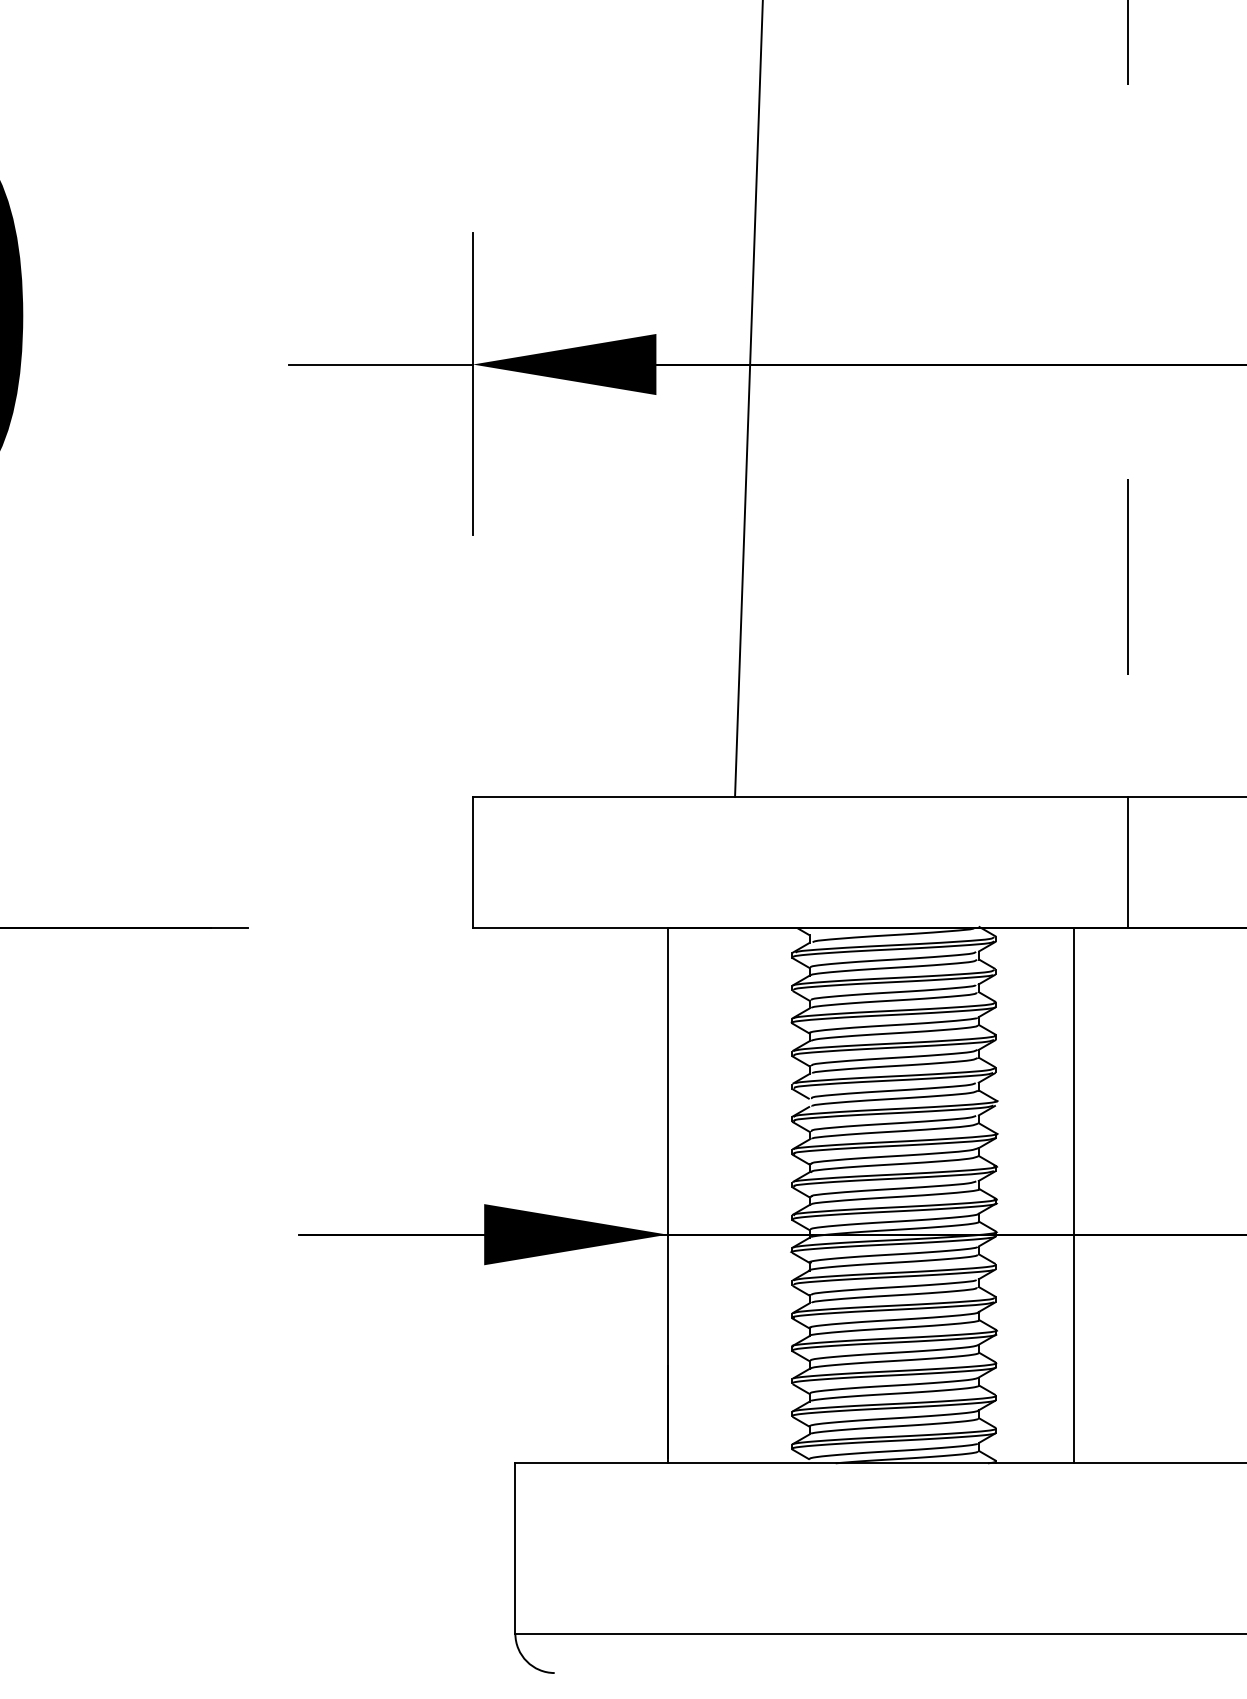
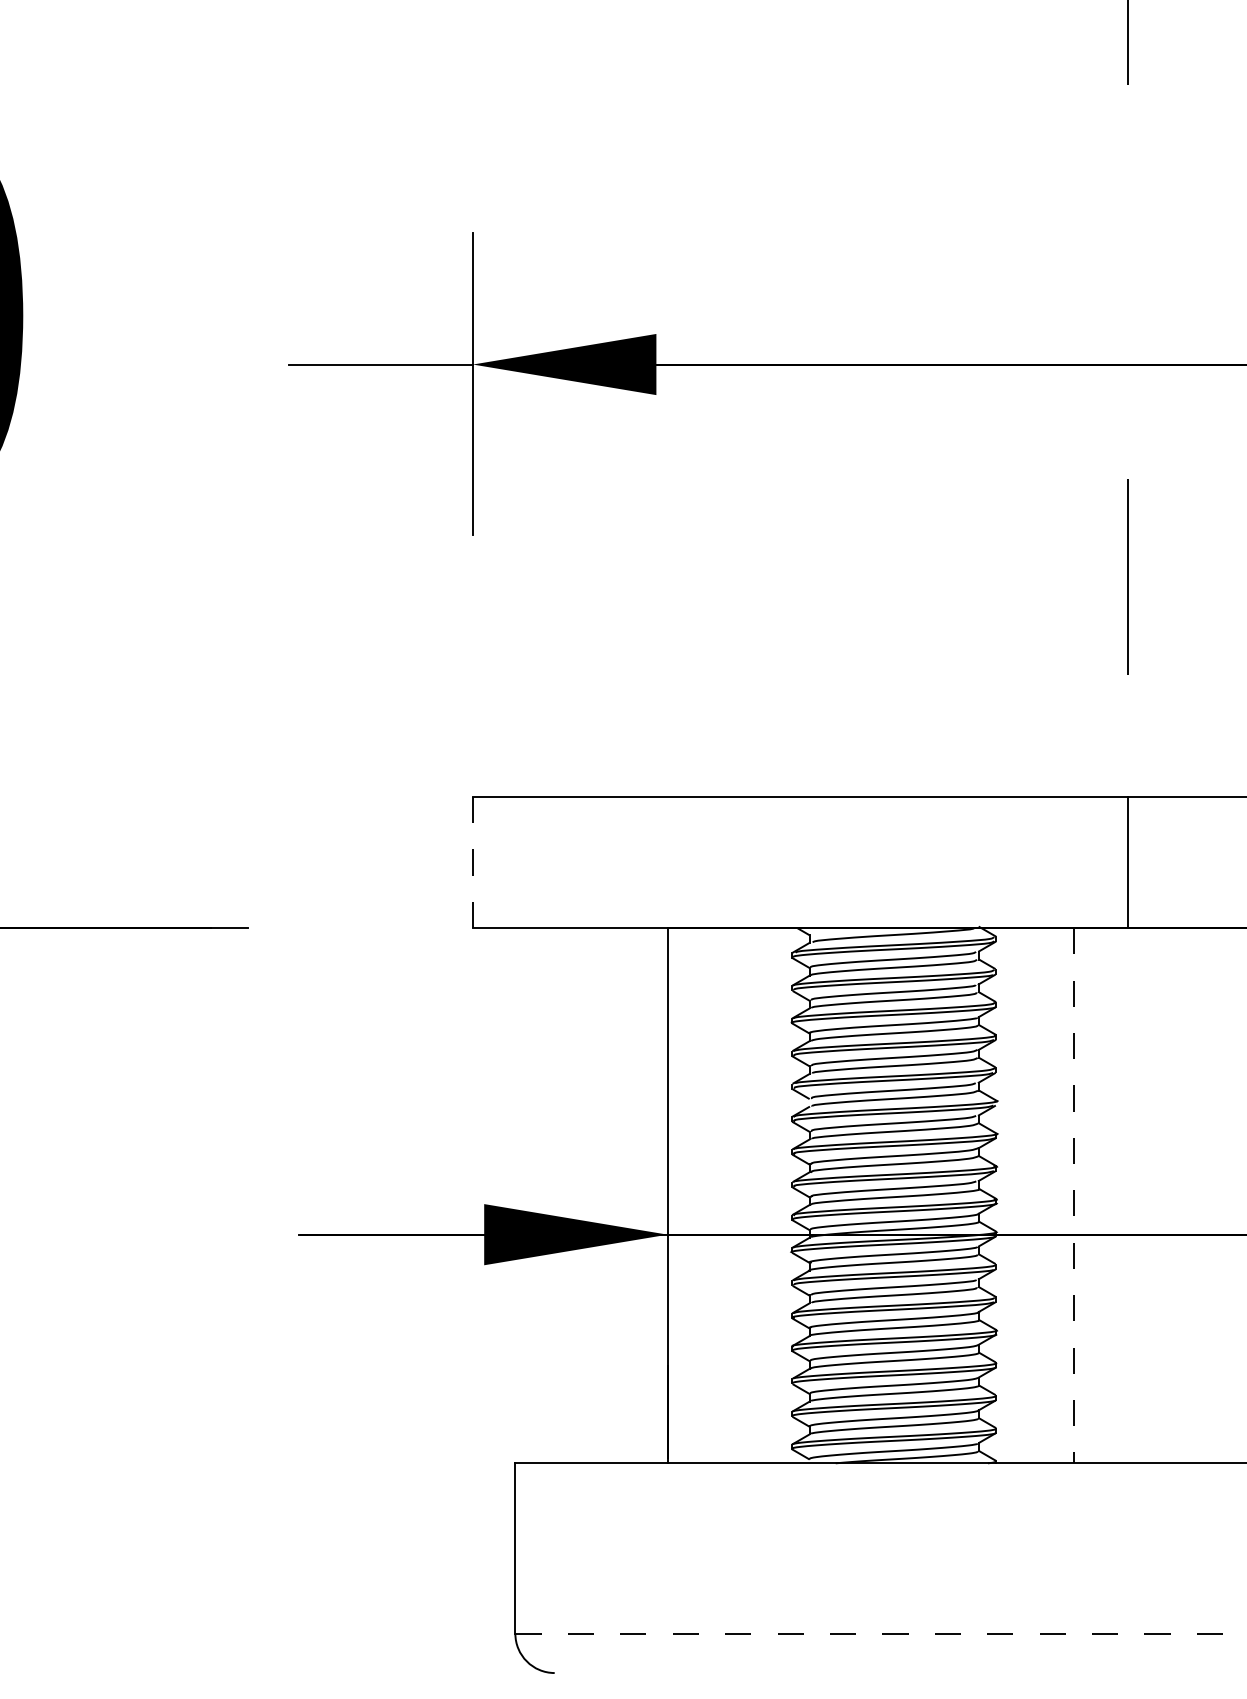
line at (748, 399): present -> none
line at (472, 862): solid -> dashed
line at (1073, 1195): solid -> dashed
line at (881, 1633): solid -> dashed
